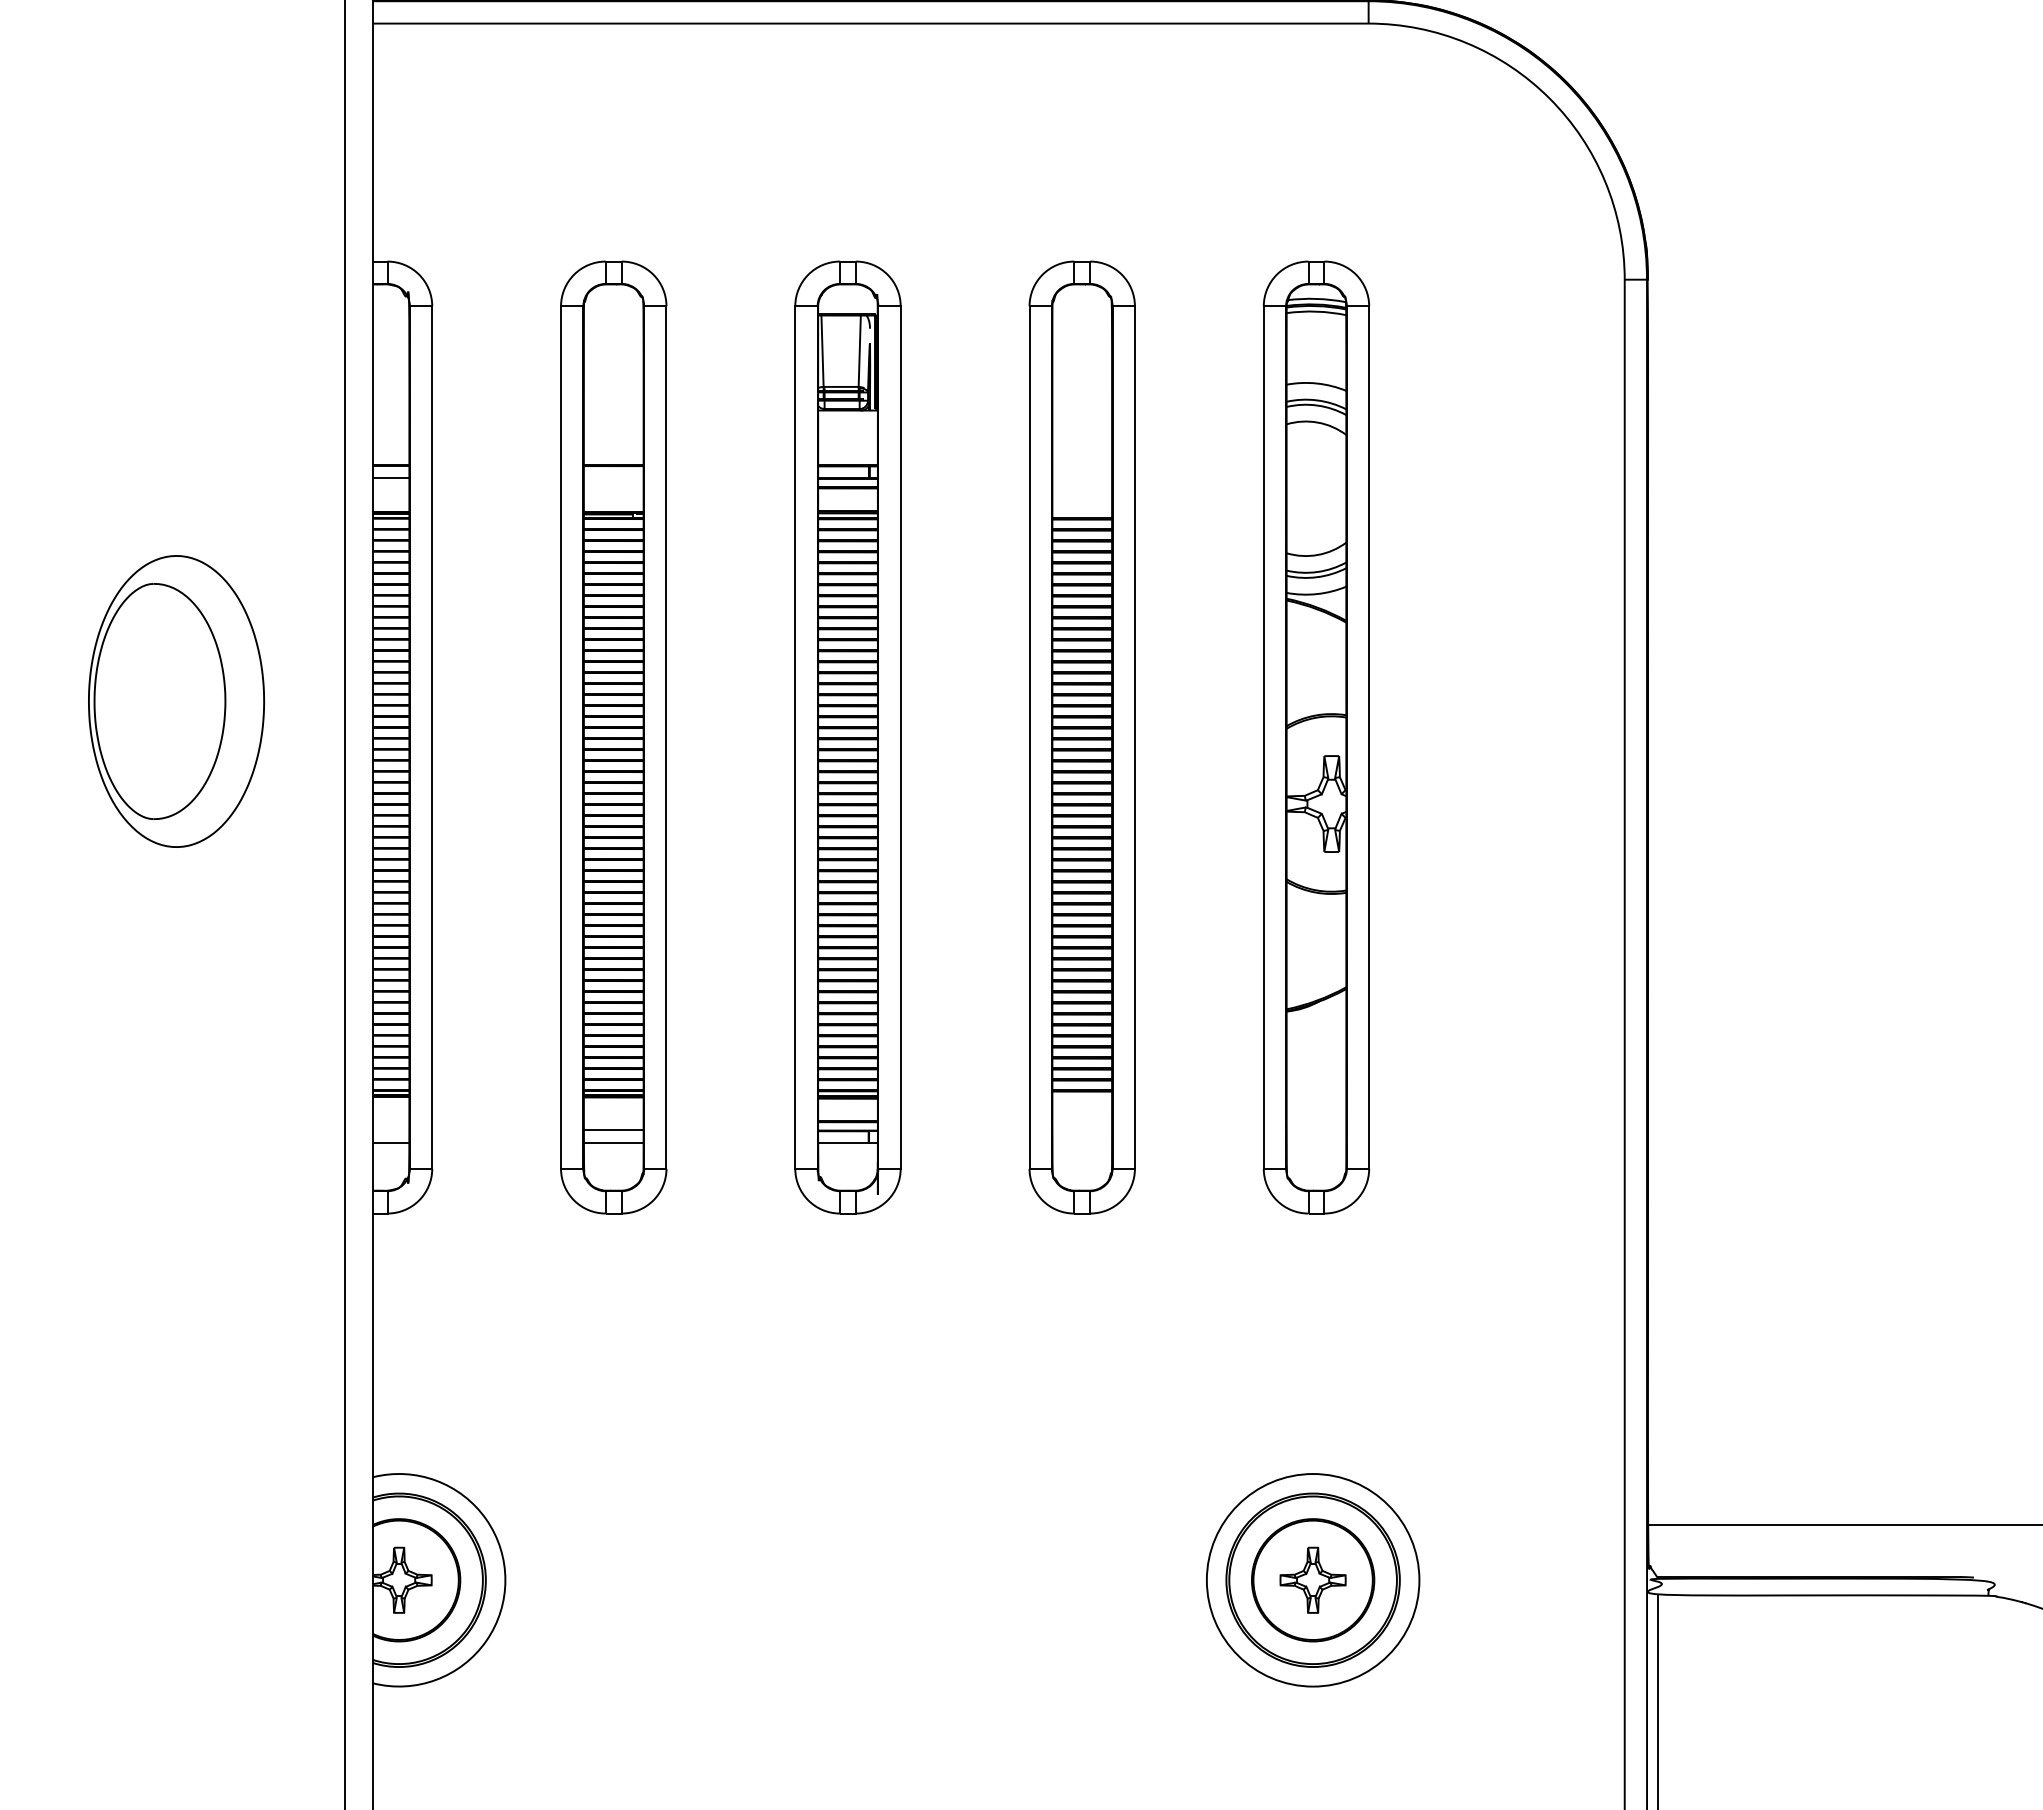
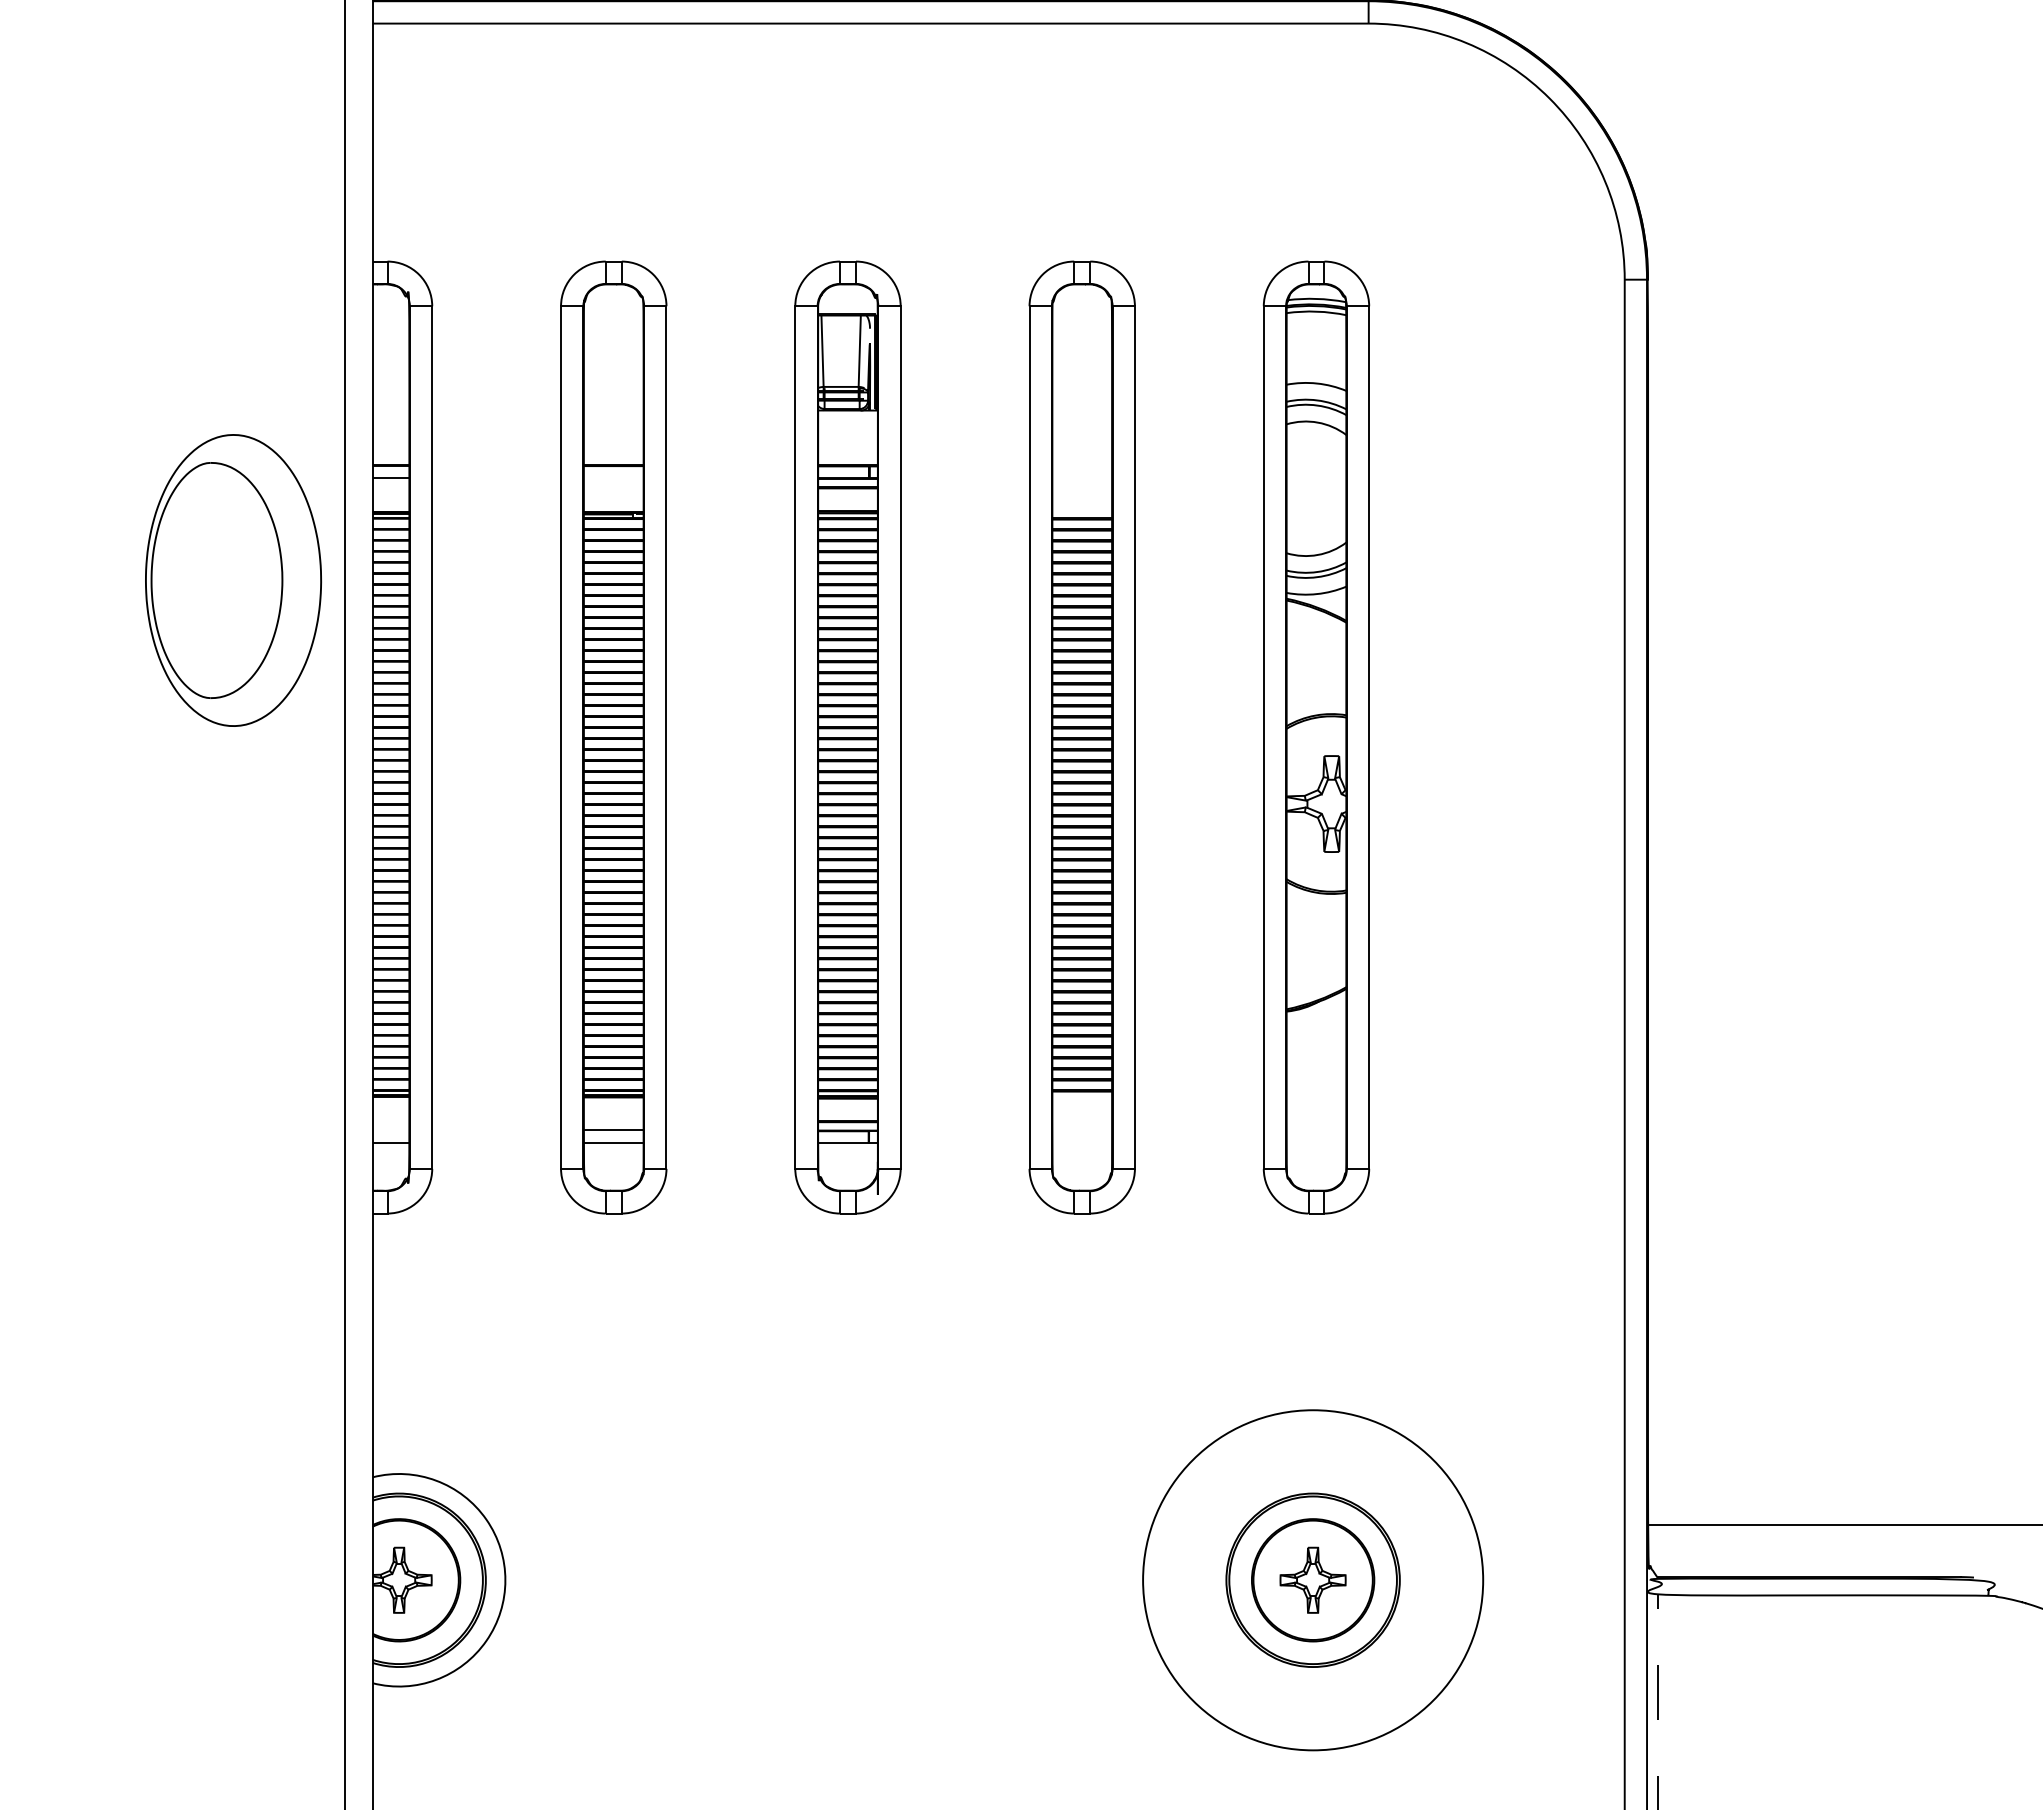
part at (176, 701) position: (176, 701) -> (233, 580)
circle at (1312, 1580) diameter: 213 px -> 340 px
line at (1657, 1702): solid -> dashed
